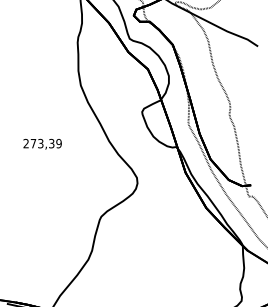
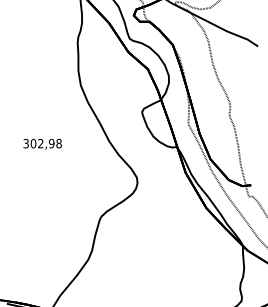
text at (42, 143): 273,39 -> 302,98
